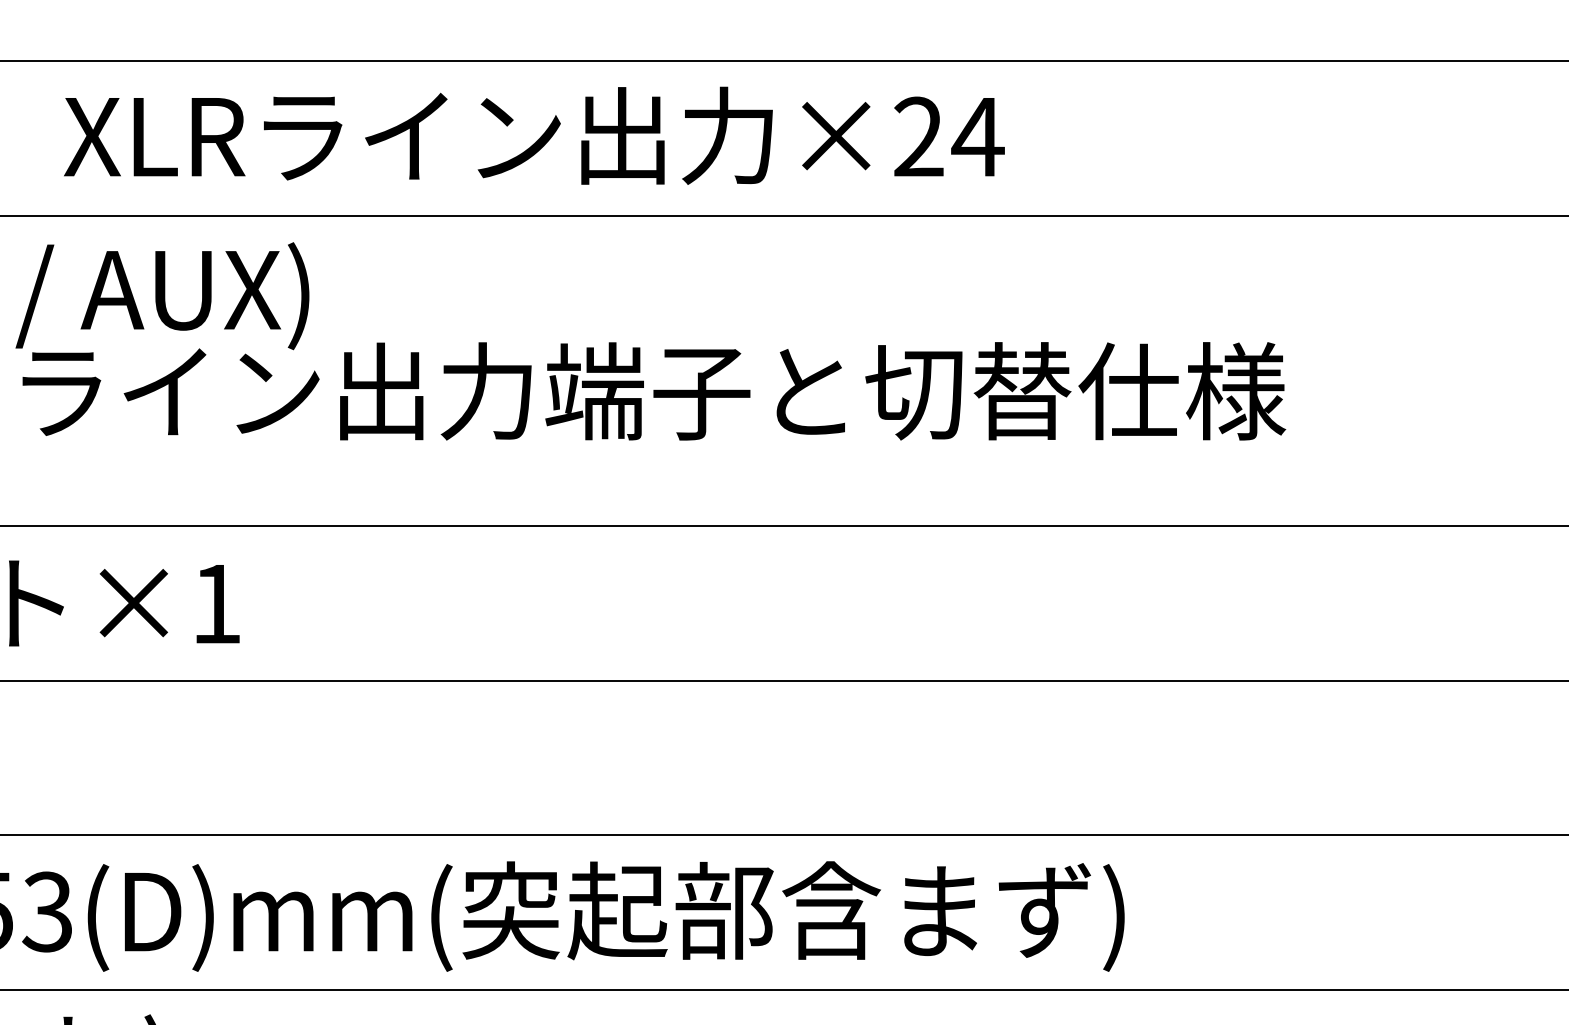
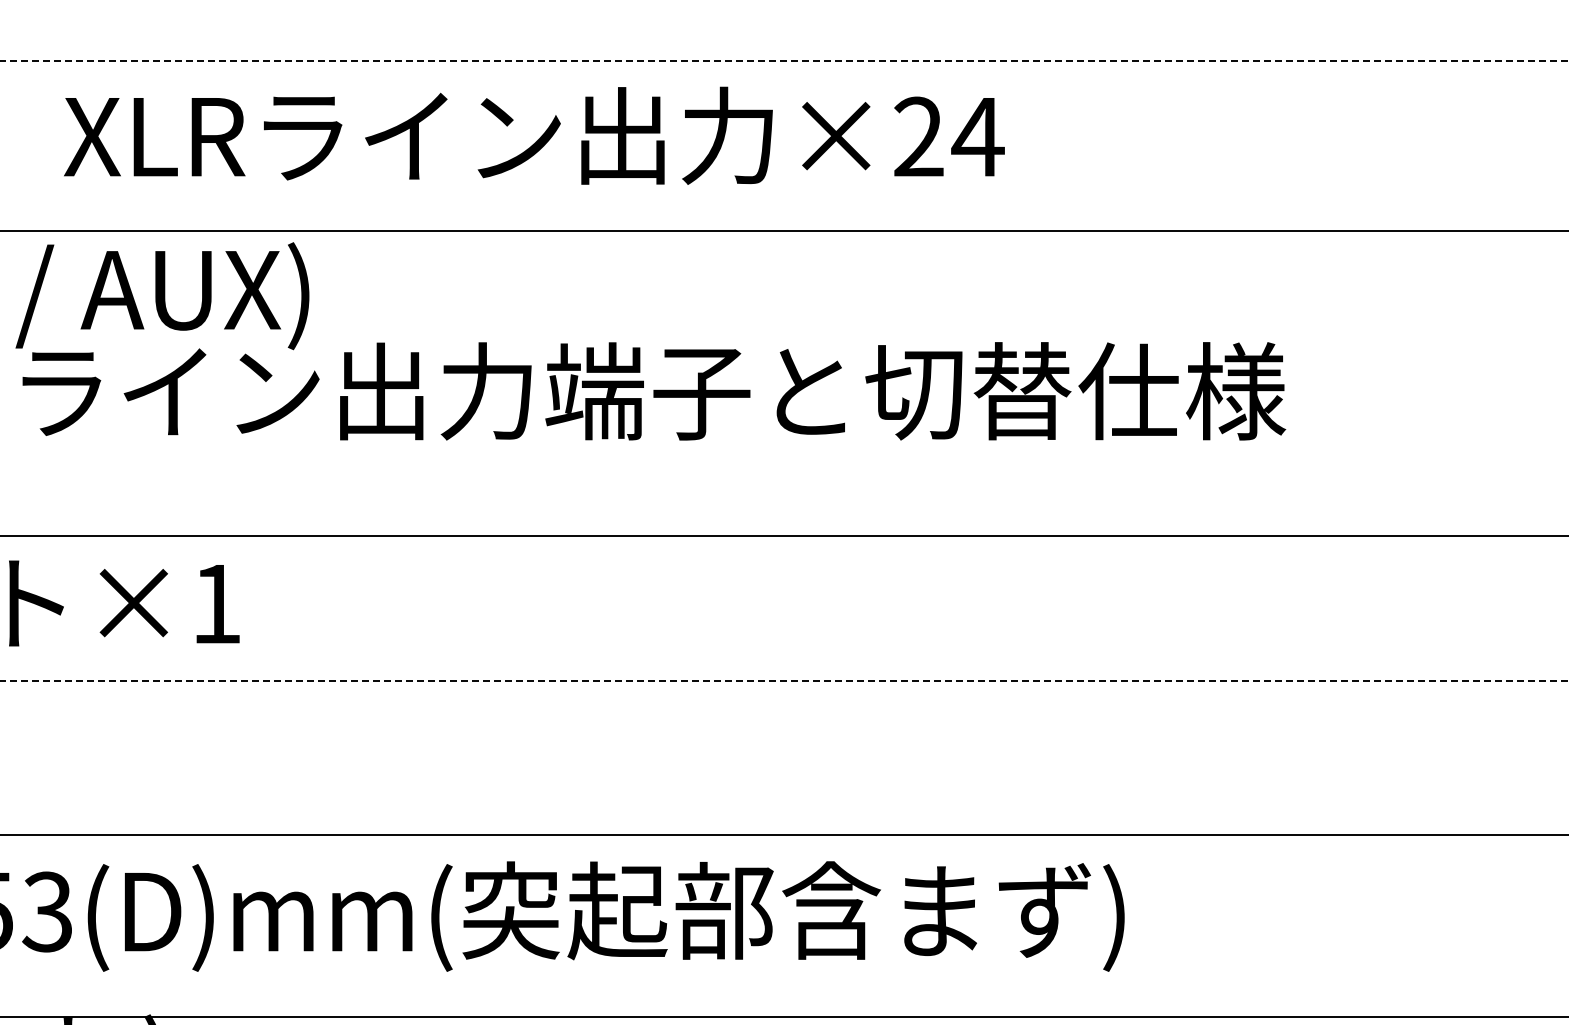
line at (784, 61): solid -> dashed
line at (783, 215) position: (783, 215) -> (783, 230)
line at (783, 525) position: (783, 525) -> (783, 535)
line at (784, 680): solid -> dashed
line at (783, 990) position: (783, 990) -> (783, 1017)
